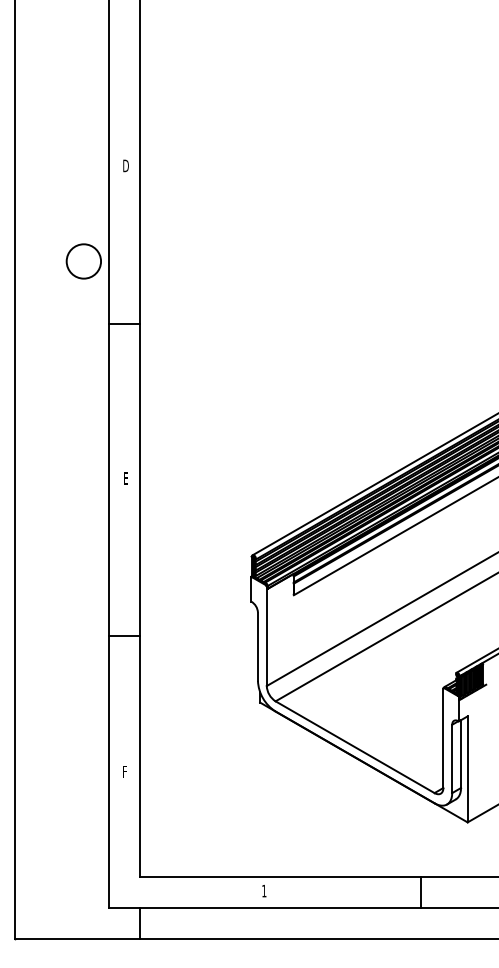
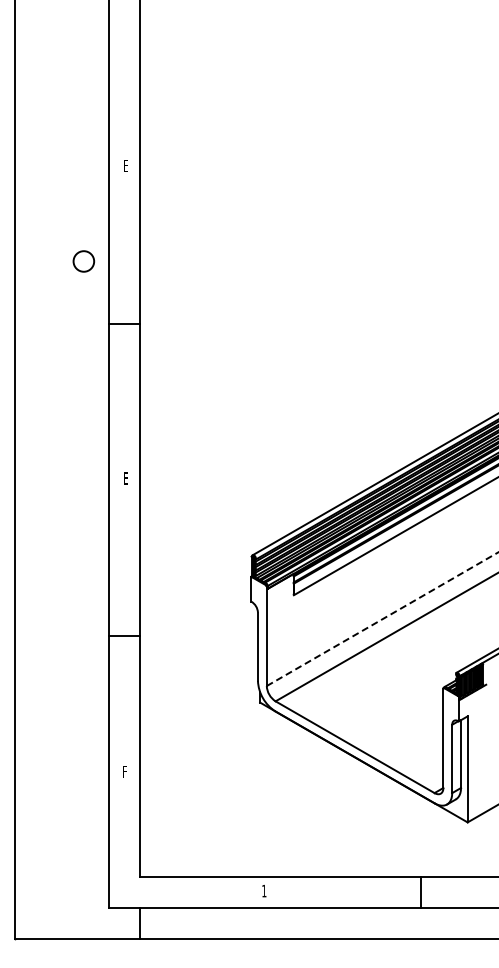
text at (125, 165): D -> E
circle at (83, 261) diameter: 34 px -> 21 px
line at (382, 619): solid -> dashed
